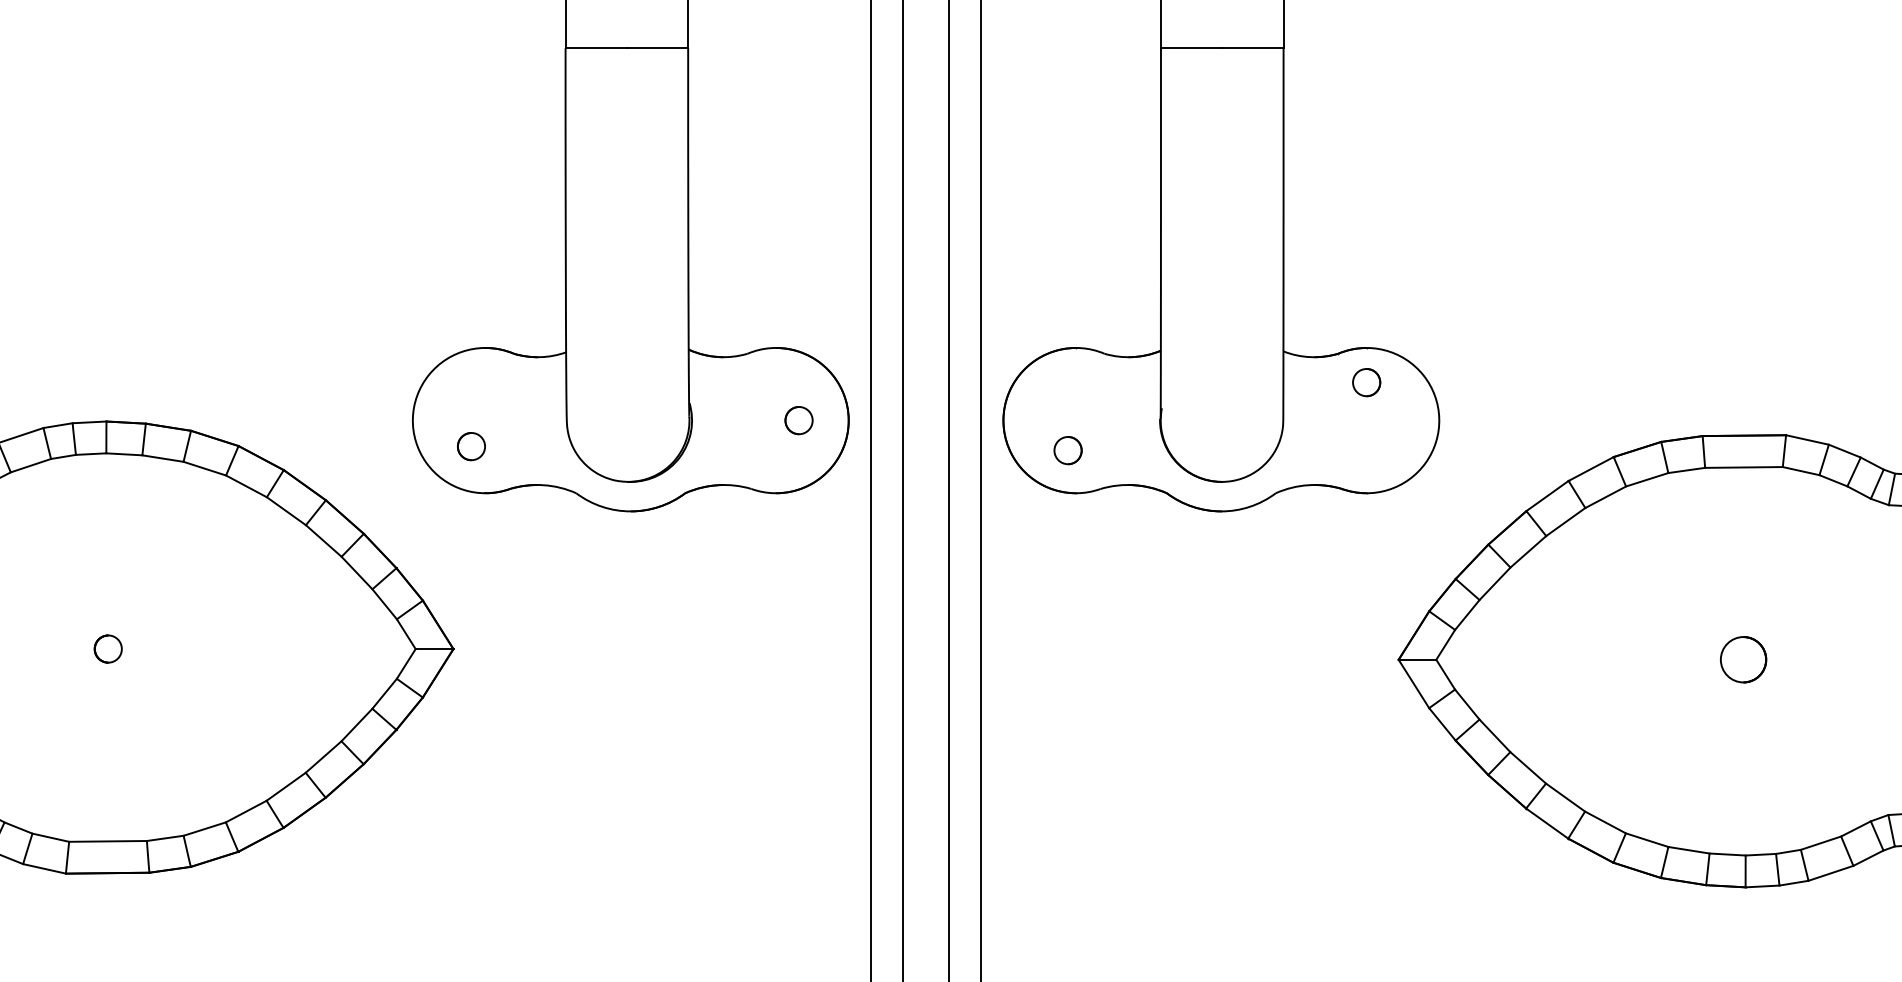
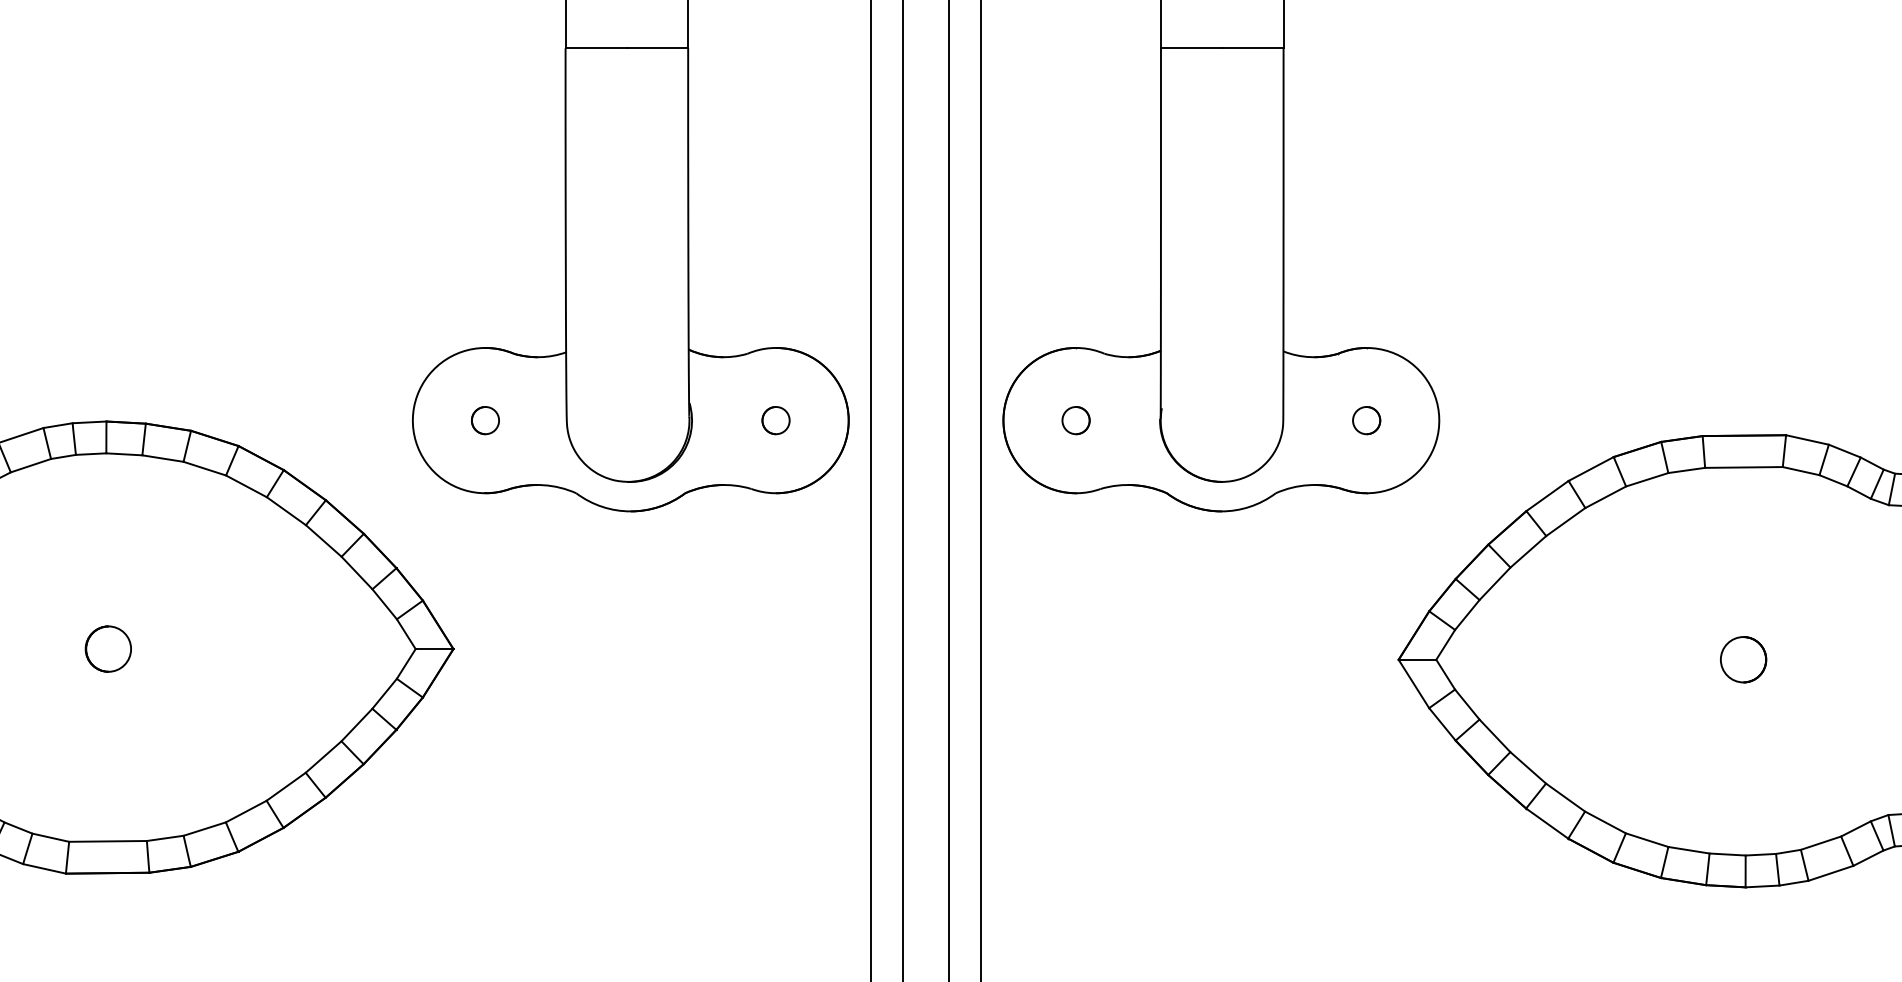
circle at (1366, 382) position: (1366, 382) -> (1366, 420)
circle at (798, 420) position: (798, 420) -> (775, 420)
circle at (471, 446) position: (471, 446) -> (485, 420)
circle at (1067, 450) position: (1067, 450) -> (1075, 420)
circle at (107, 648) size: 30x30 px -> 48x48 px
